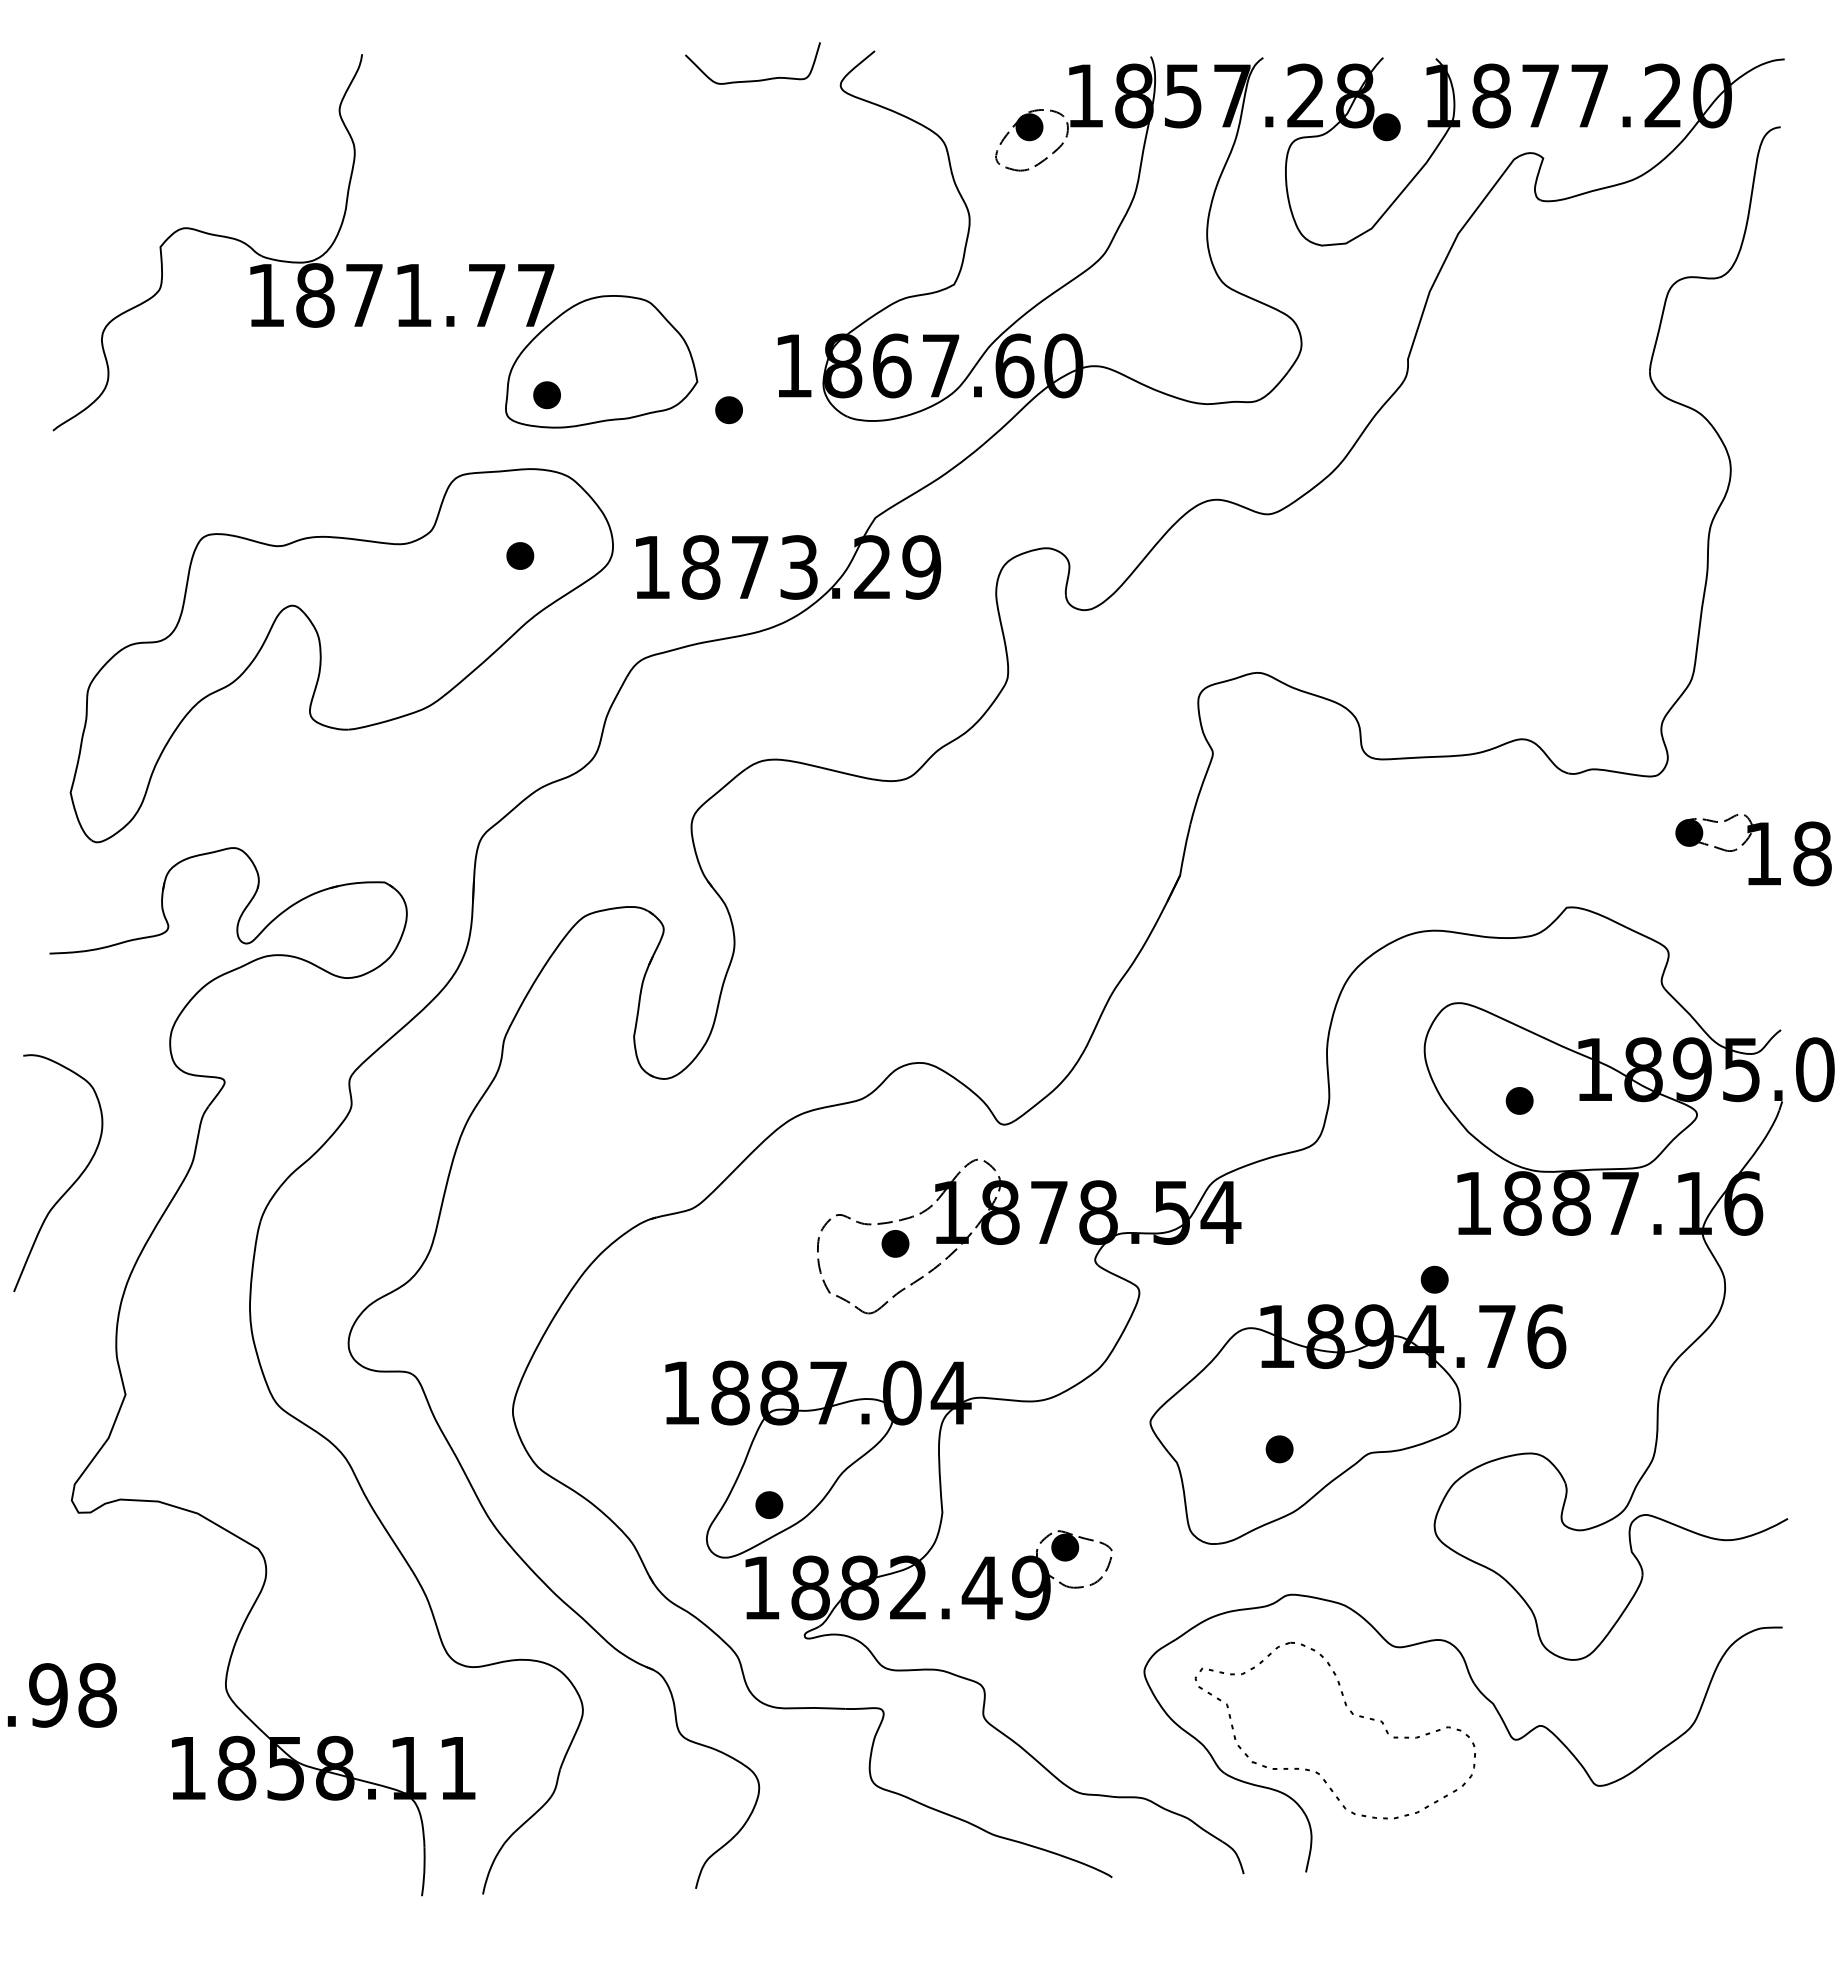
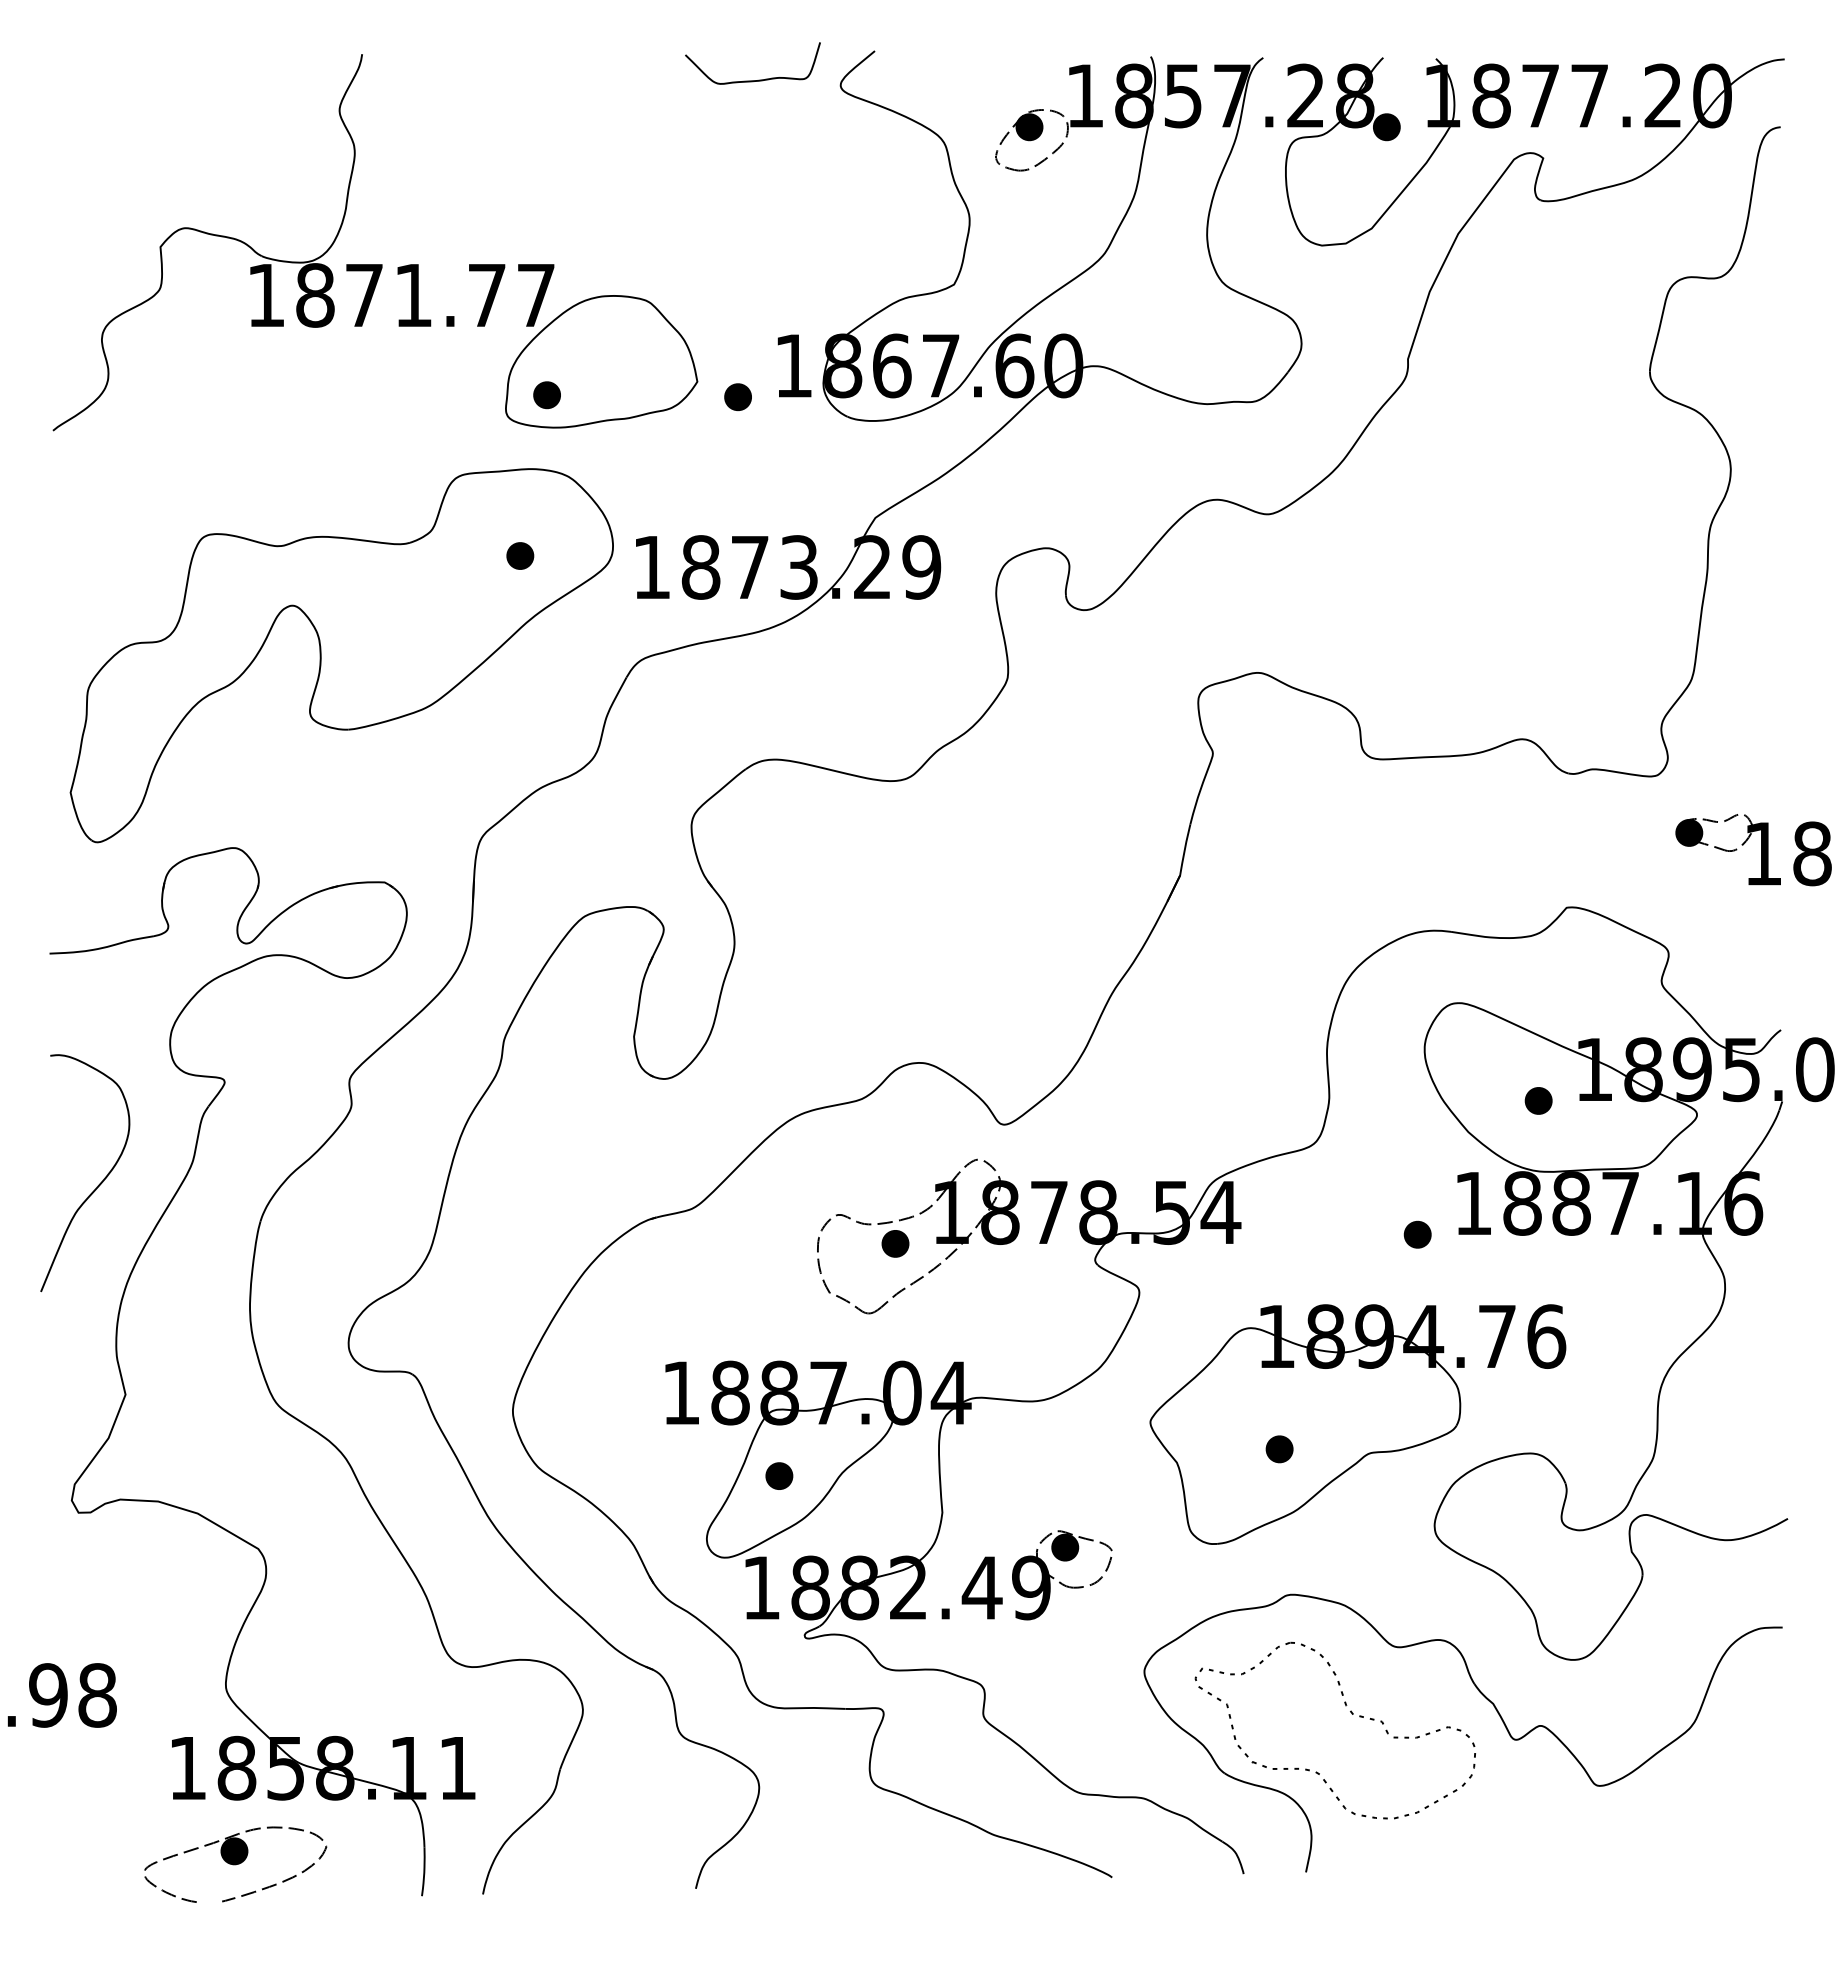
part at (728, 410) position: (728, 410) -> (737, 397)
part at (1519, 1100) position: (1519, 1100) -> (1538, 1100)
curve at (70, 1185) position: (70, 1185) -> (97, 1185)
part at (1434, 1279) position: (1434, 1279) -> (1417, 1234)
part at (769, 1504) position: (769, 1504) -> (779, 1475)
part at (235, 1864): none -> present
